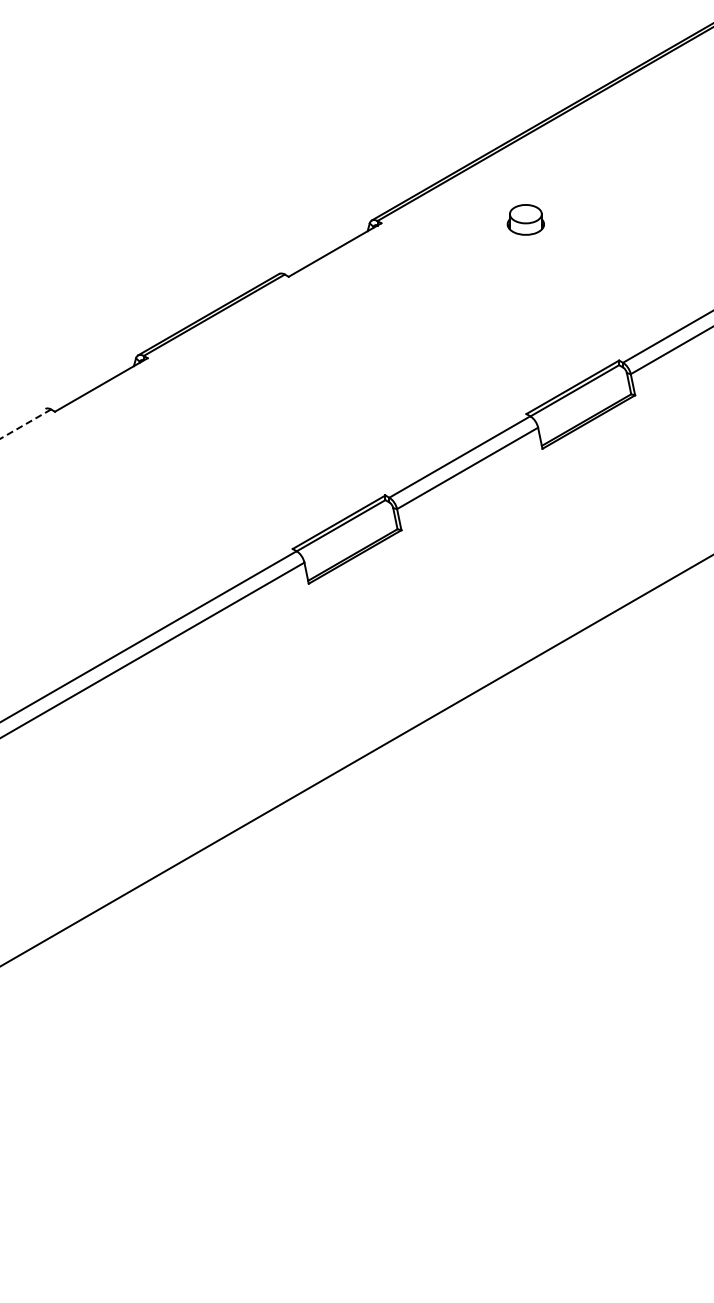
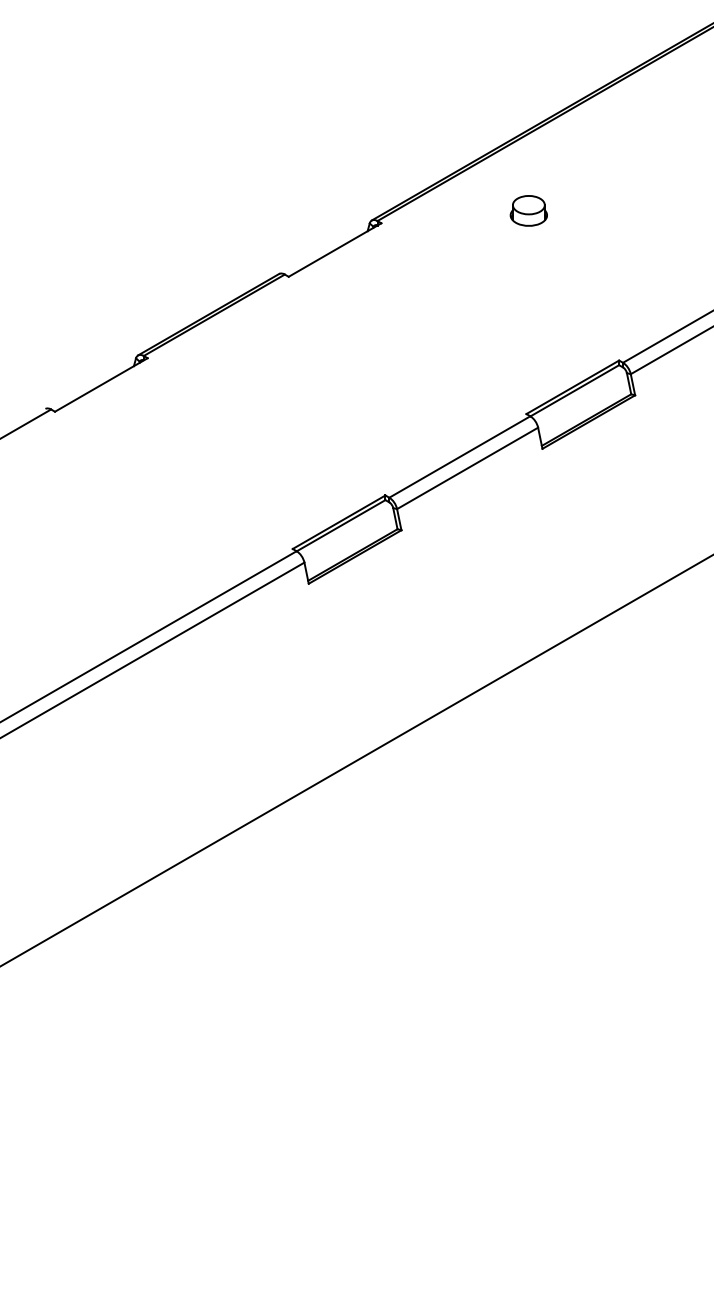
part at (525, 219) position: (525, 219) -> (528, 210)
line at (25, 424): dashed -> solid
